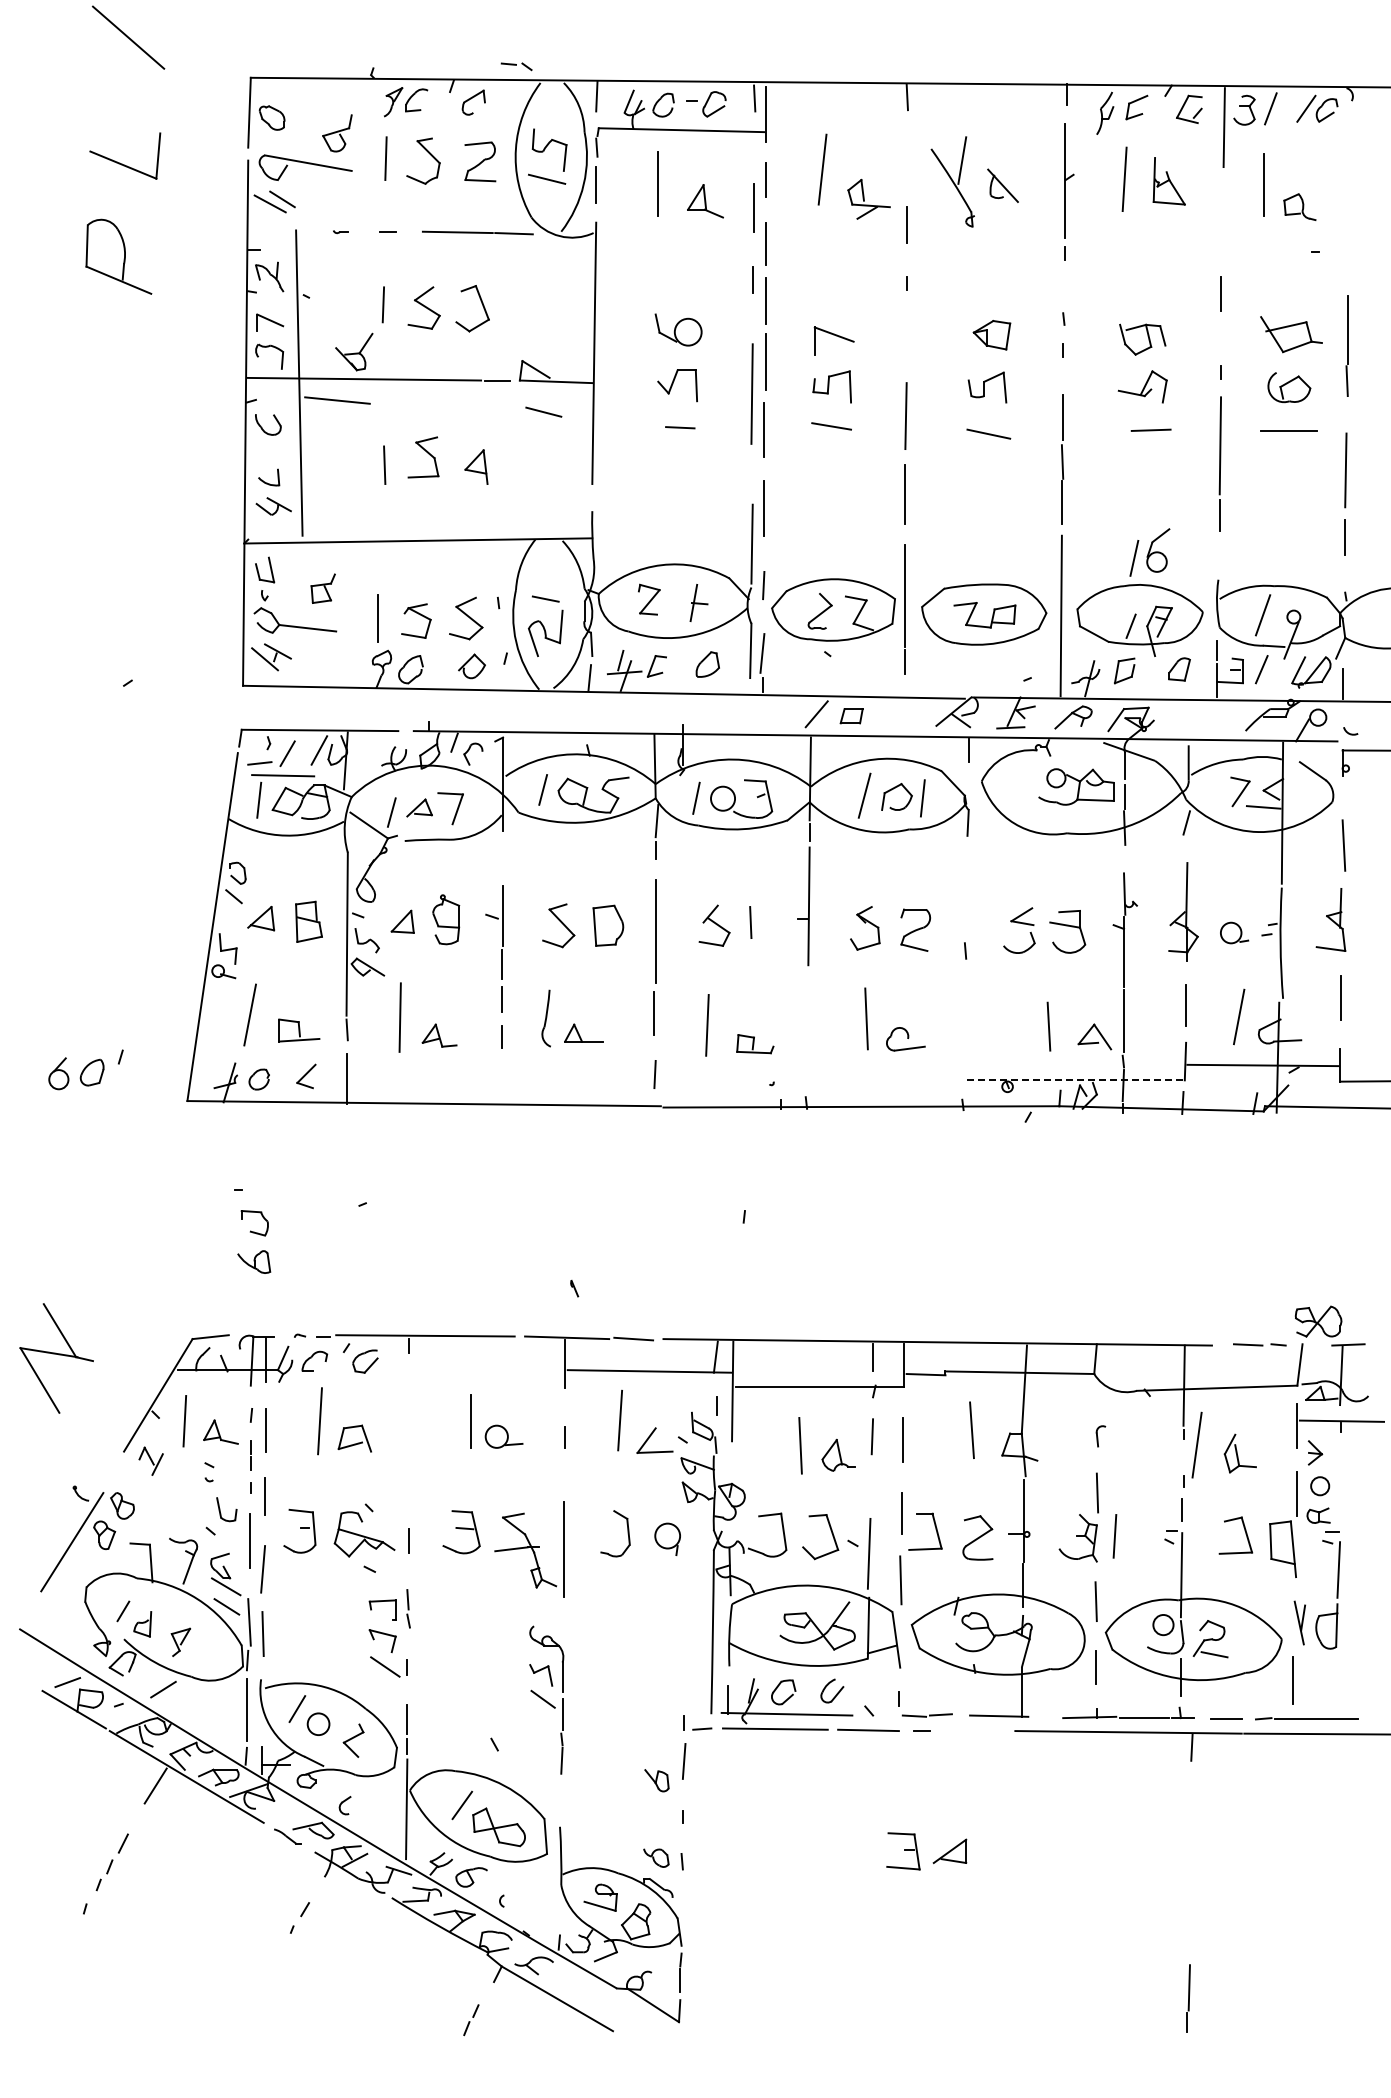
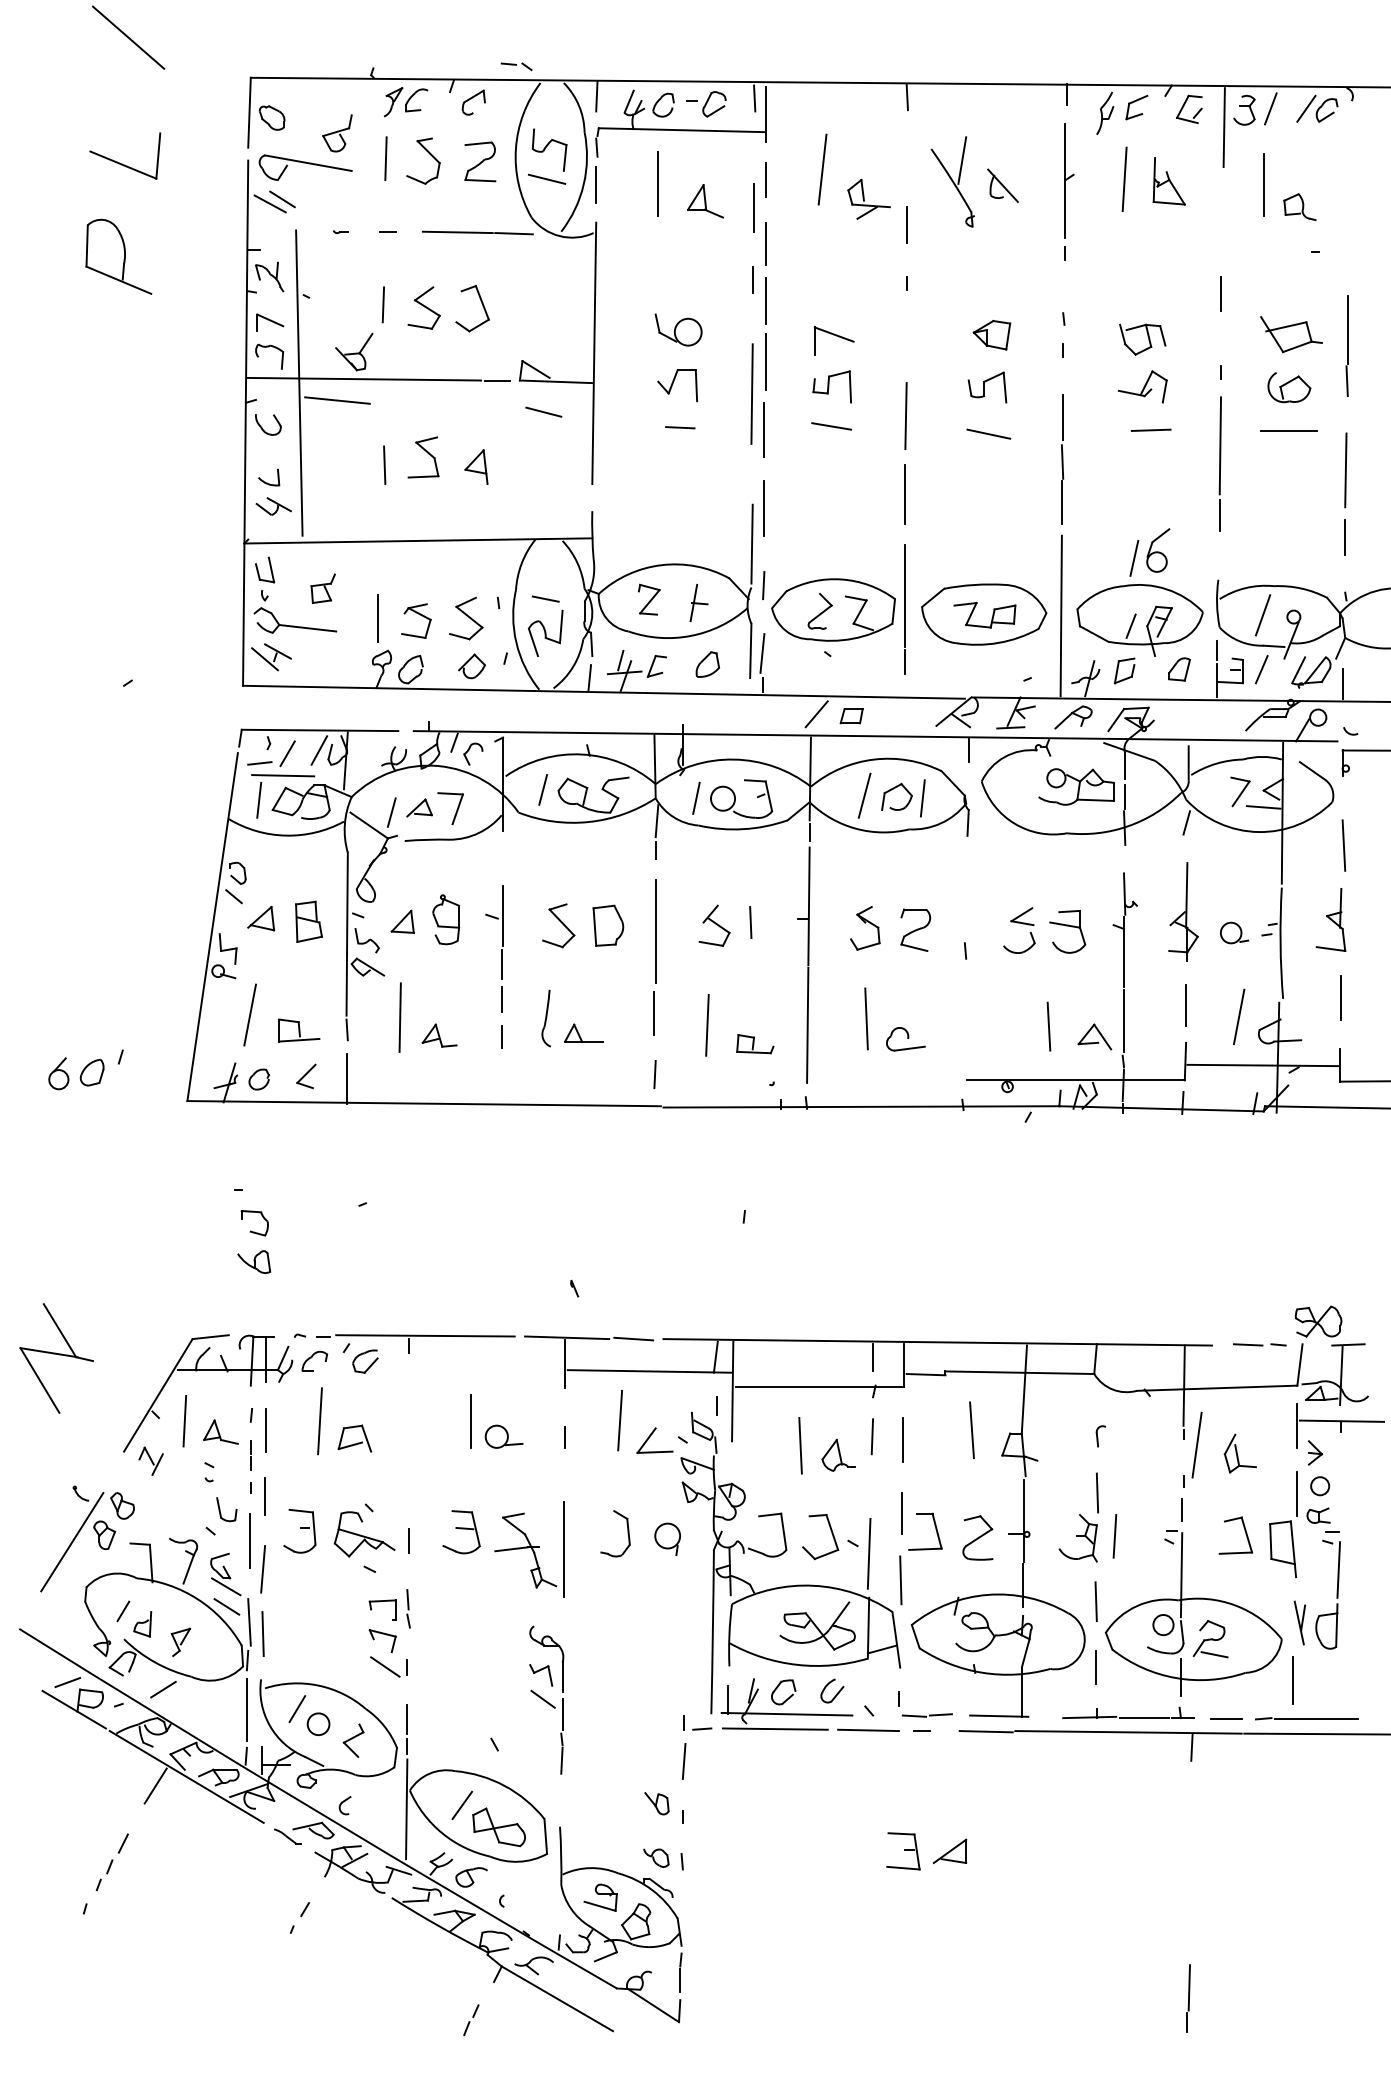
line at (807, 1024): none -> present
line at (1076, 1080): dashed -> solid
line at (985, 1731): none -> present
part at (656, 1780) position: (656, 1780) -> (656, 1803)
